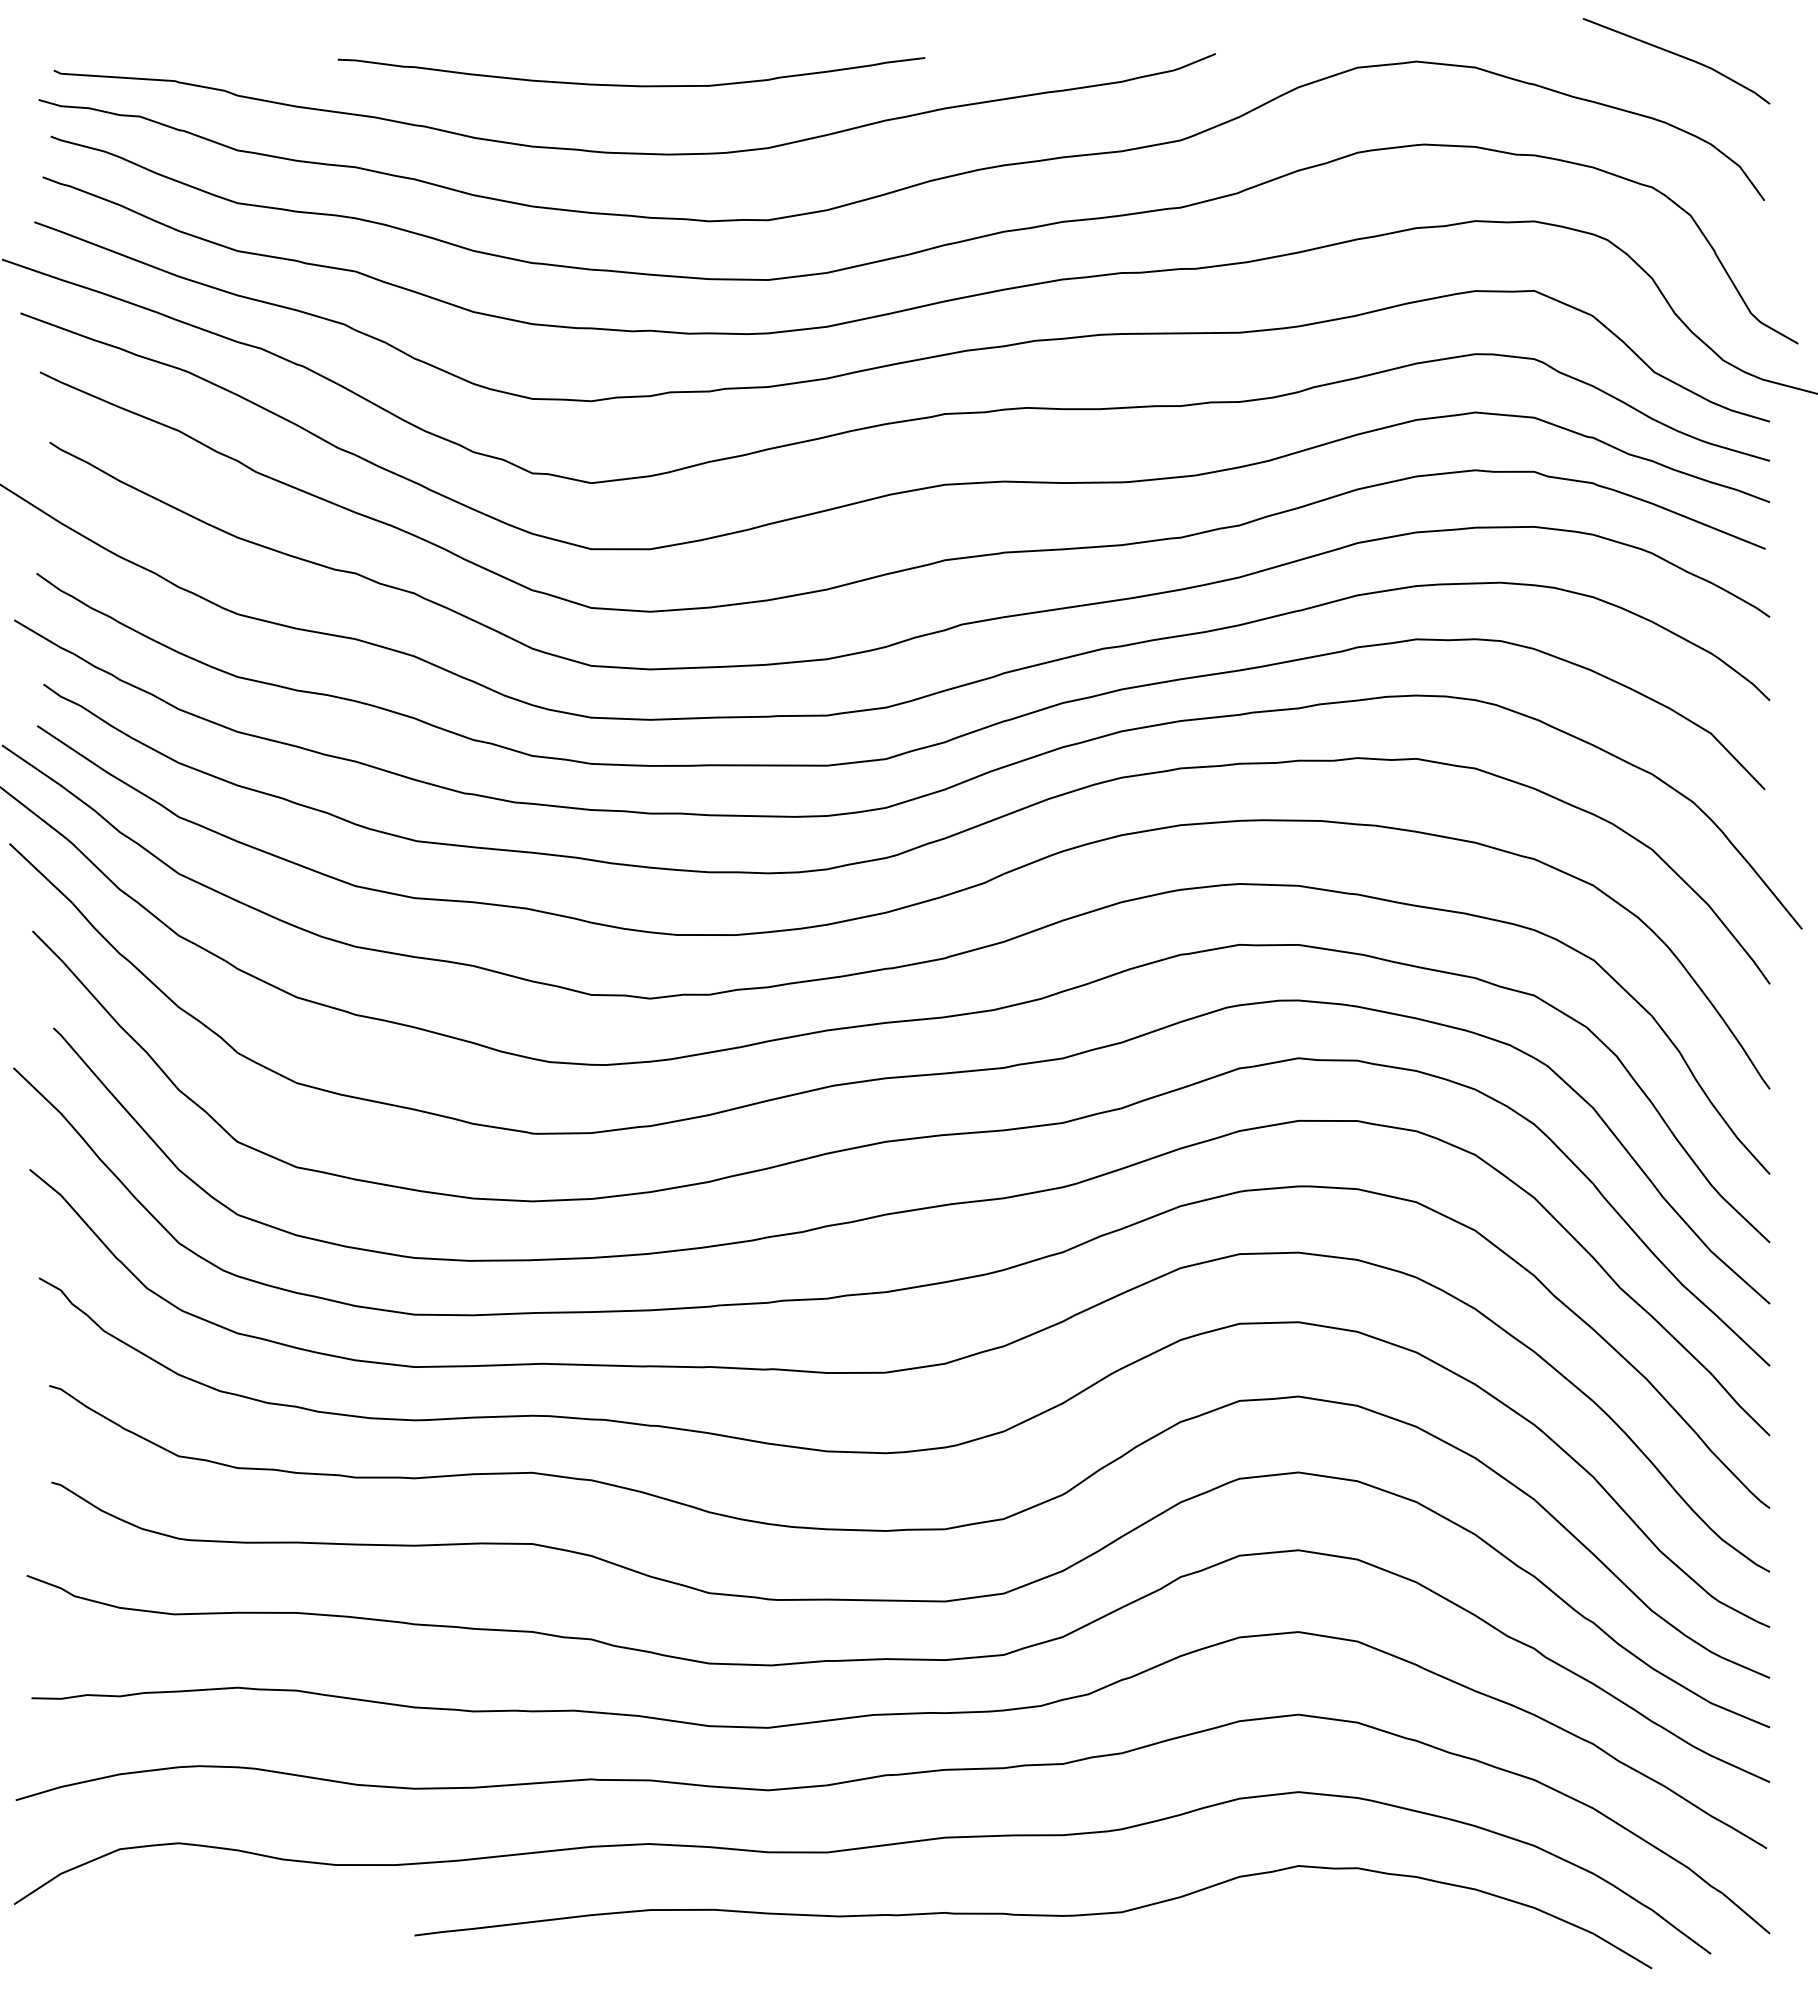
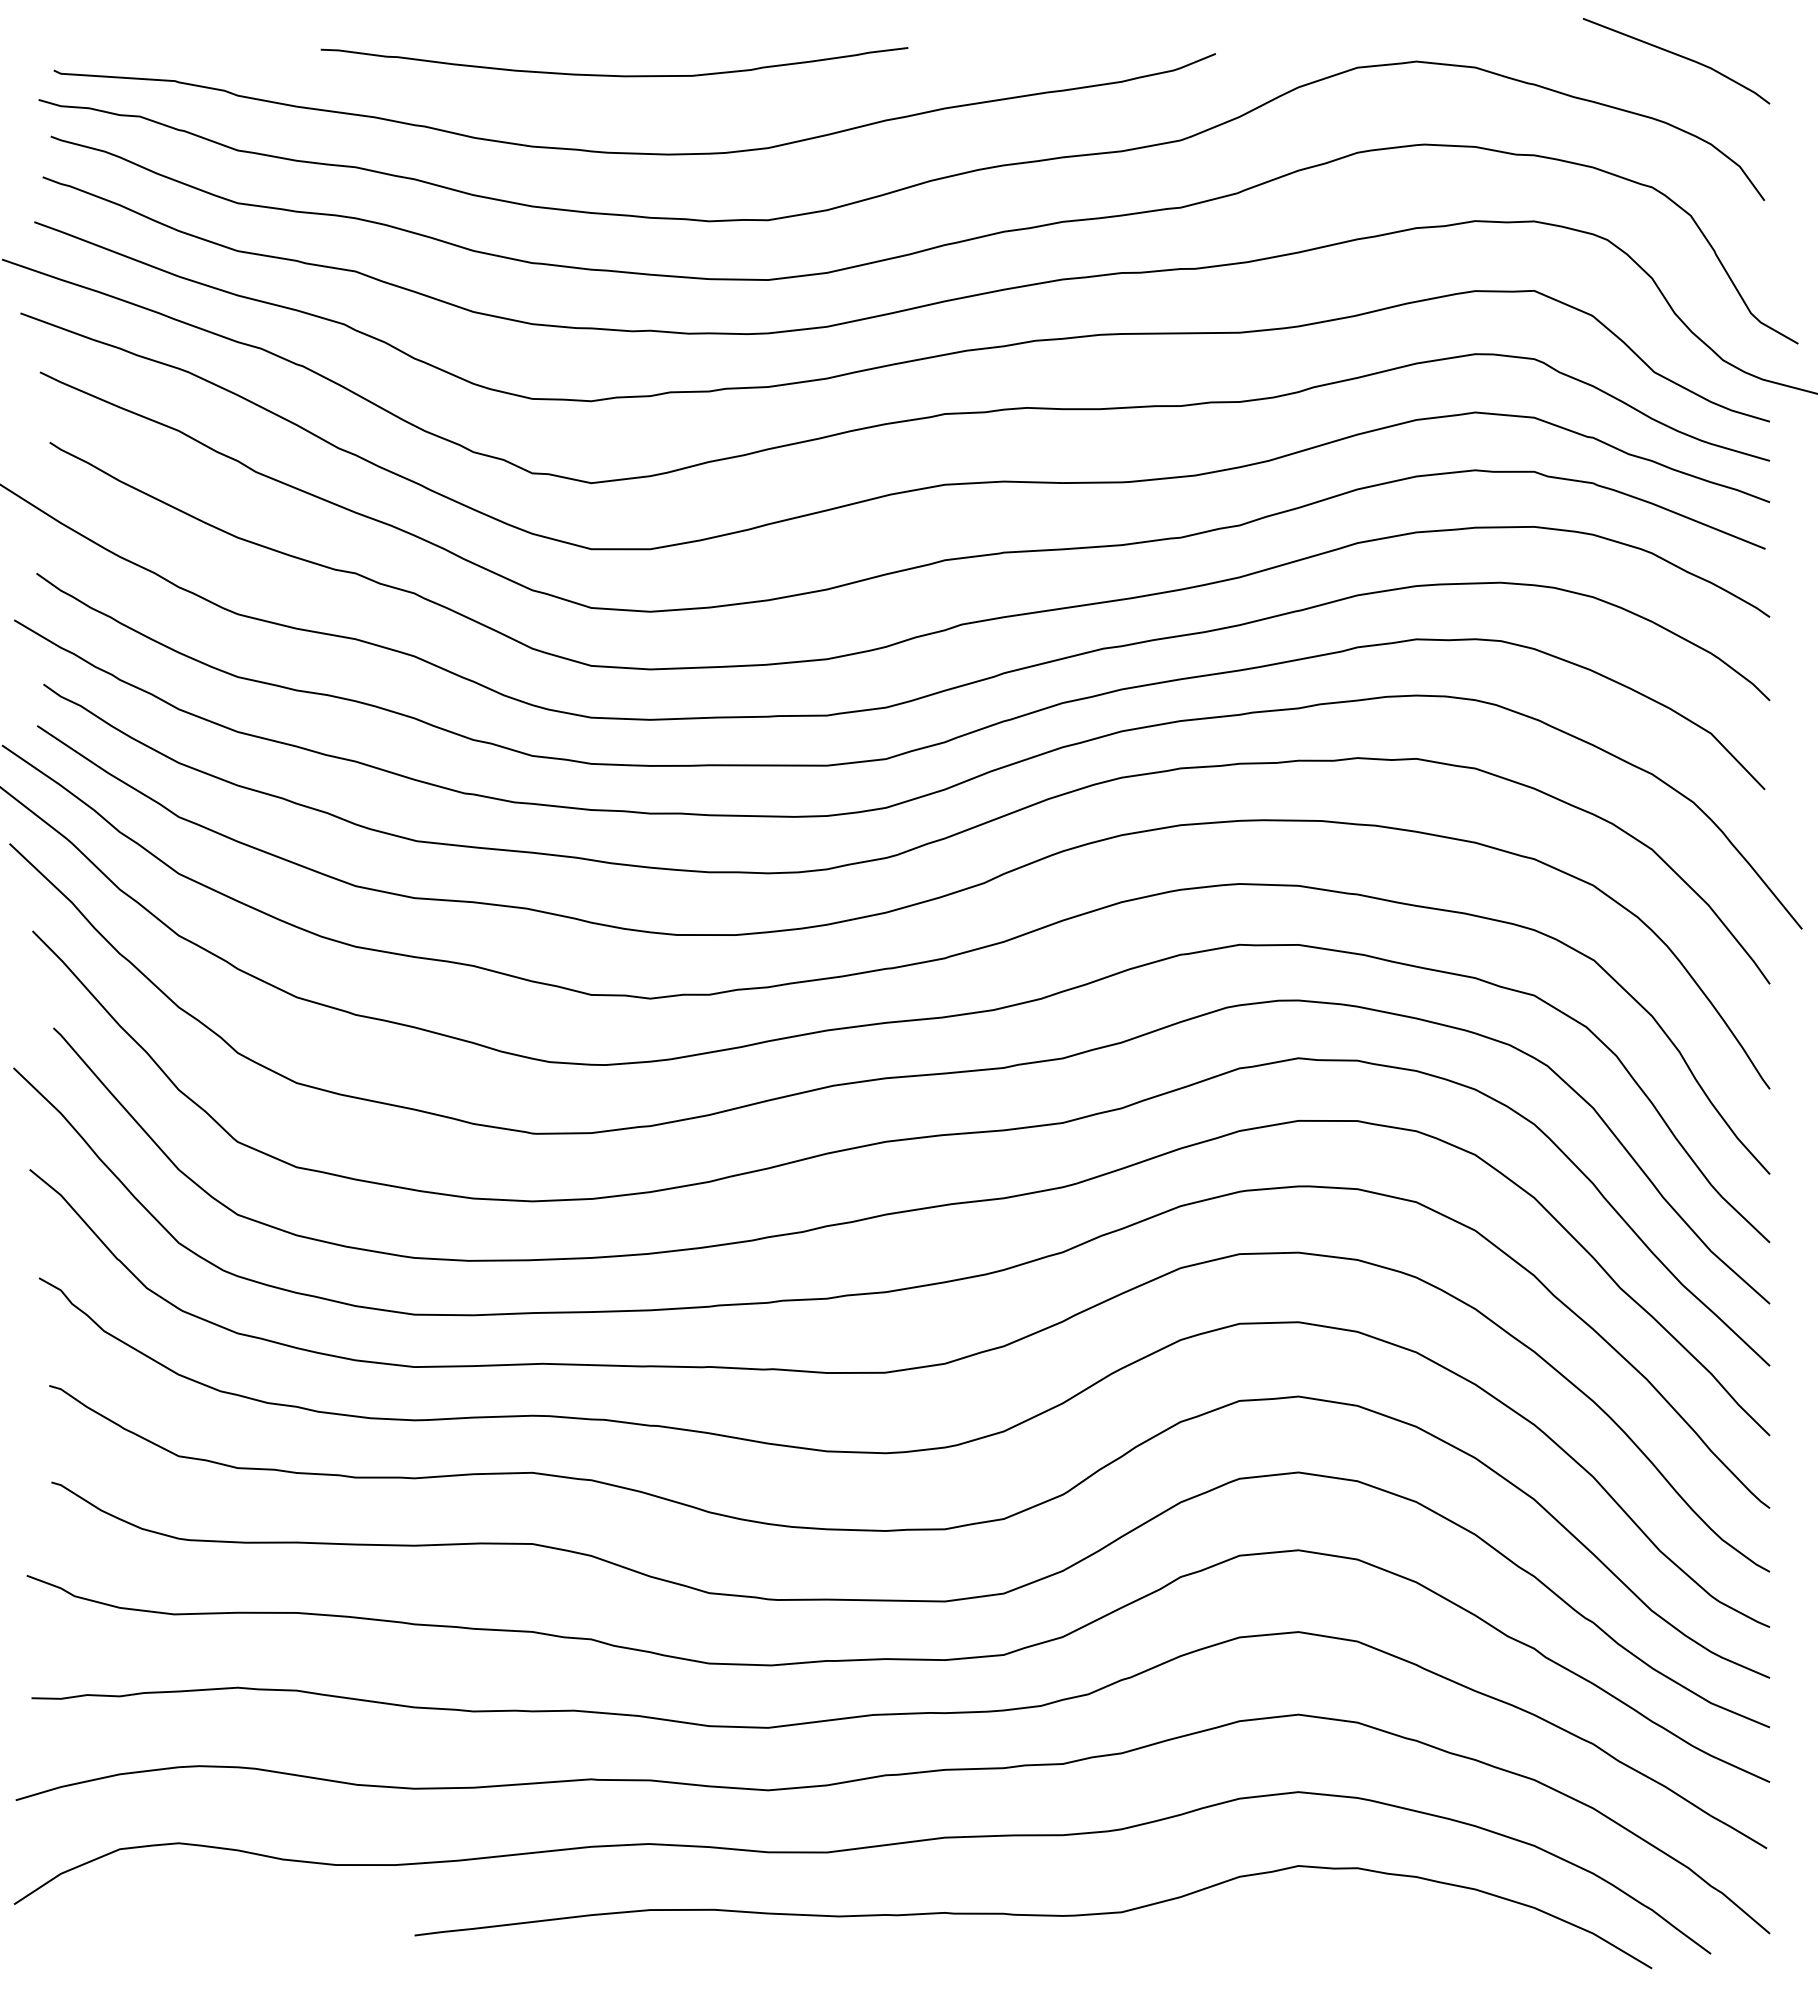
curve at (626, 84) position: (626, 84) -> (609, 74)
